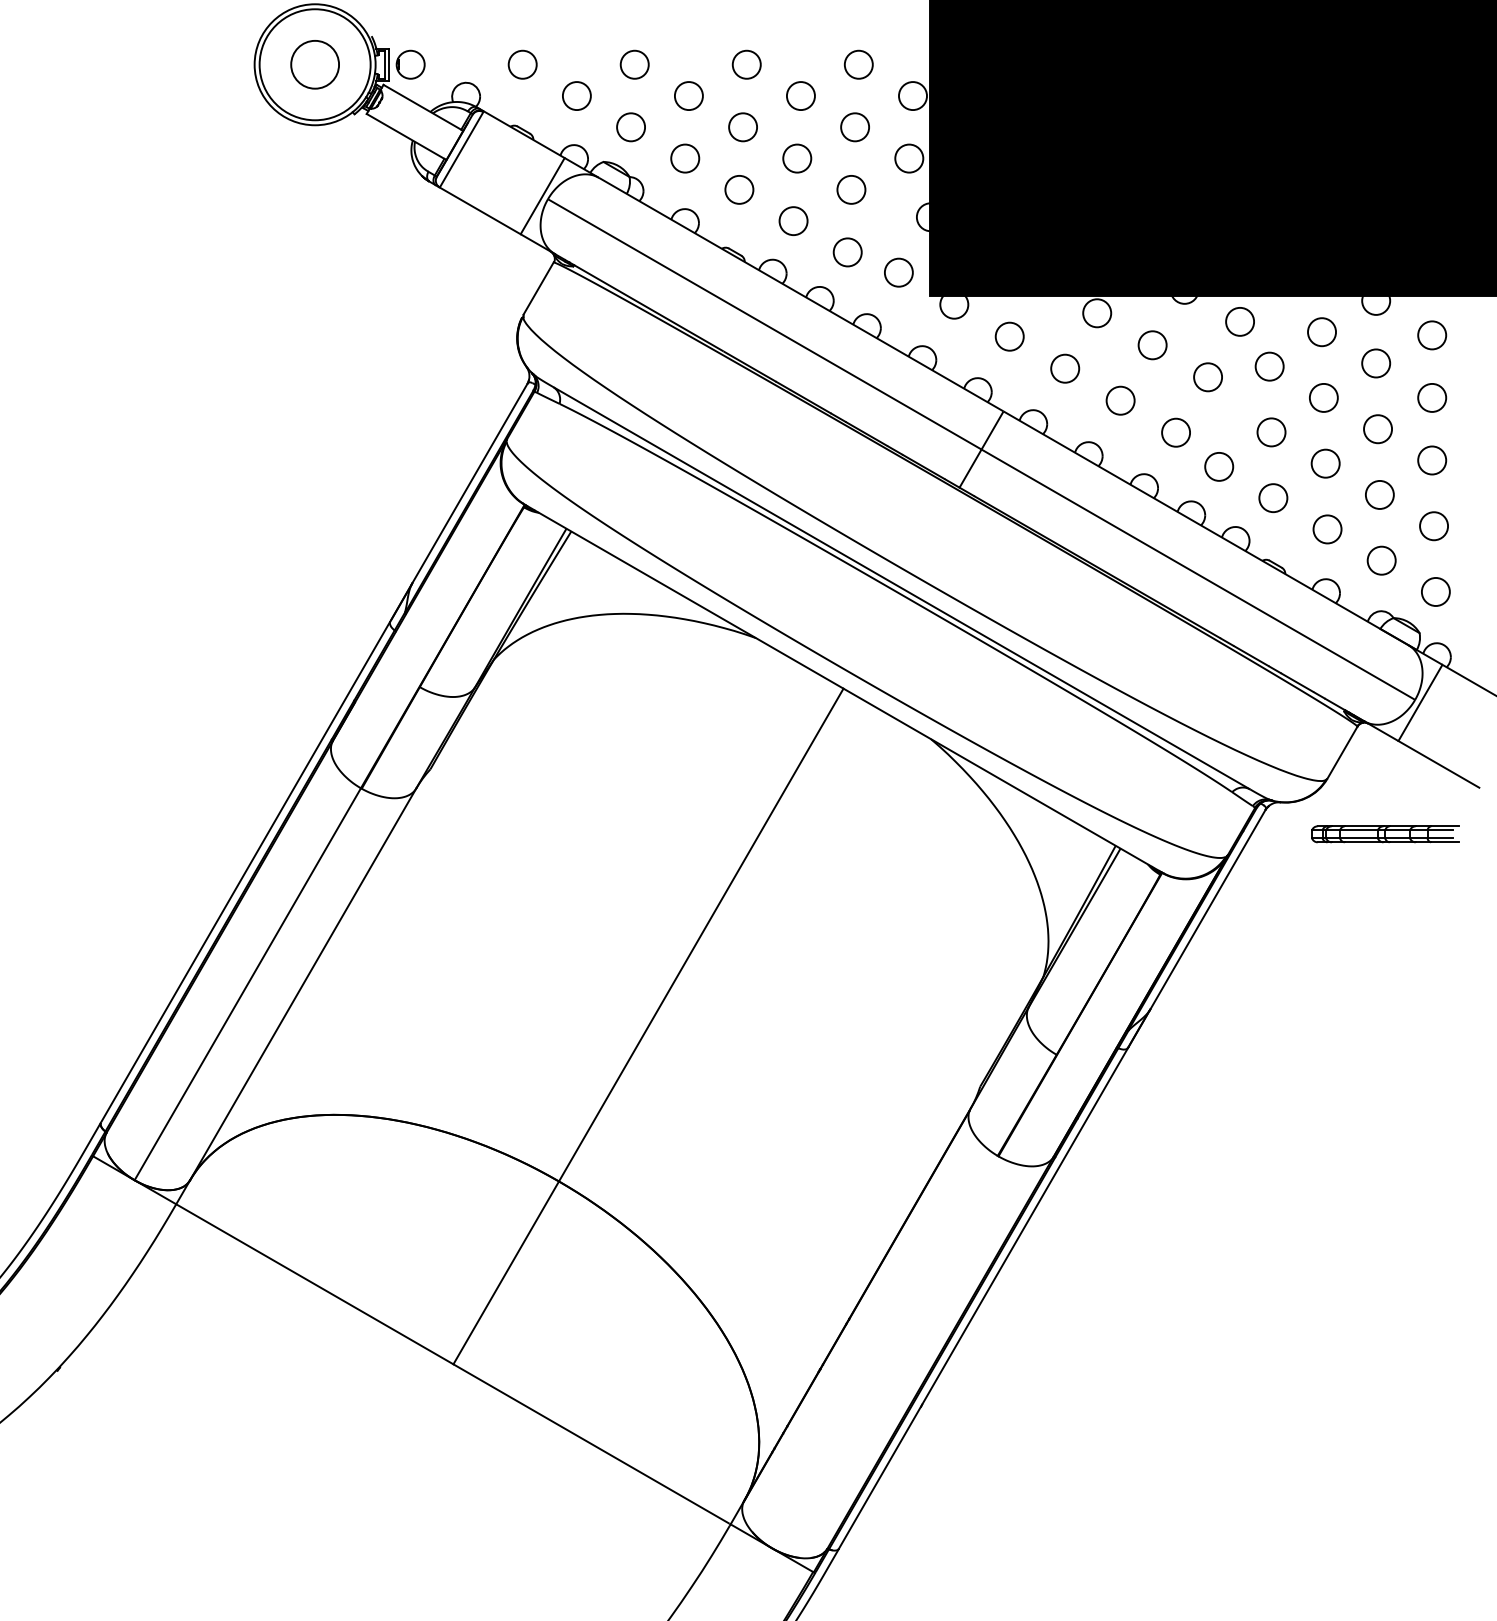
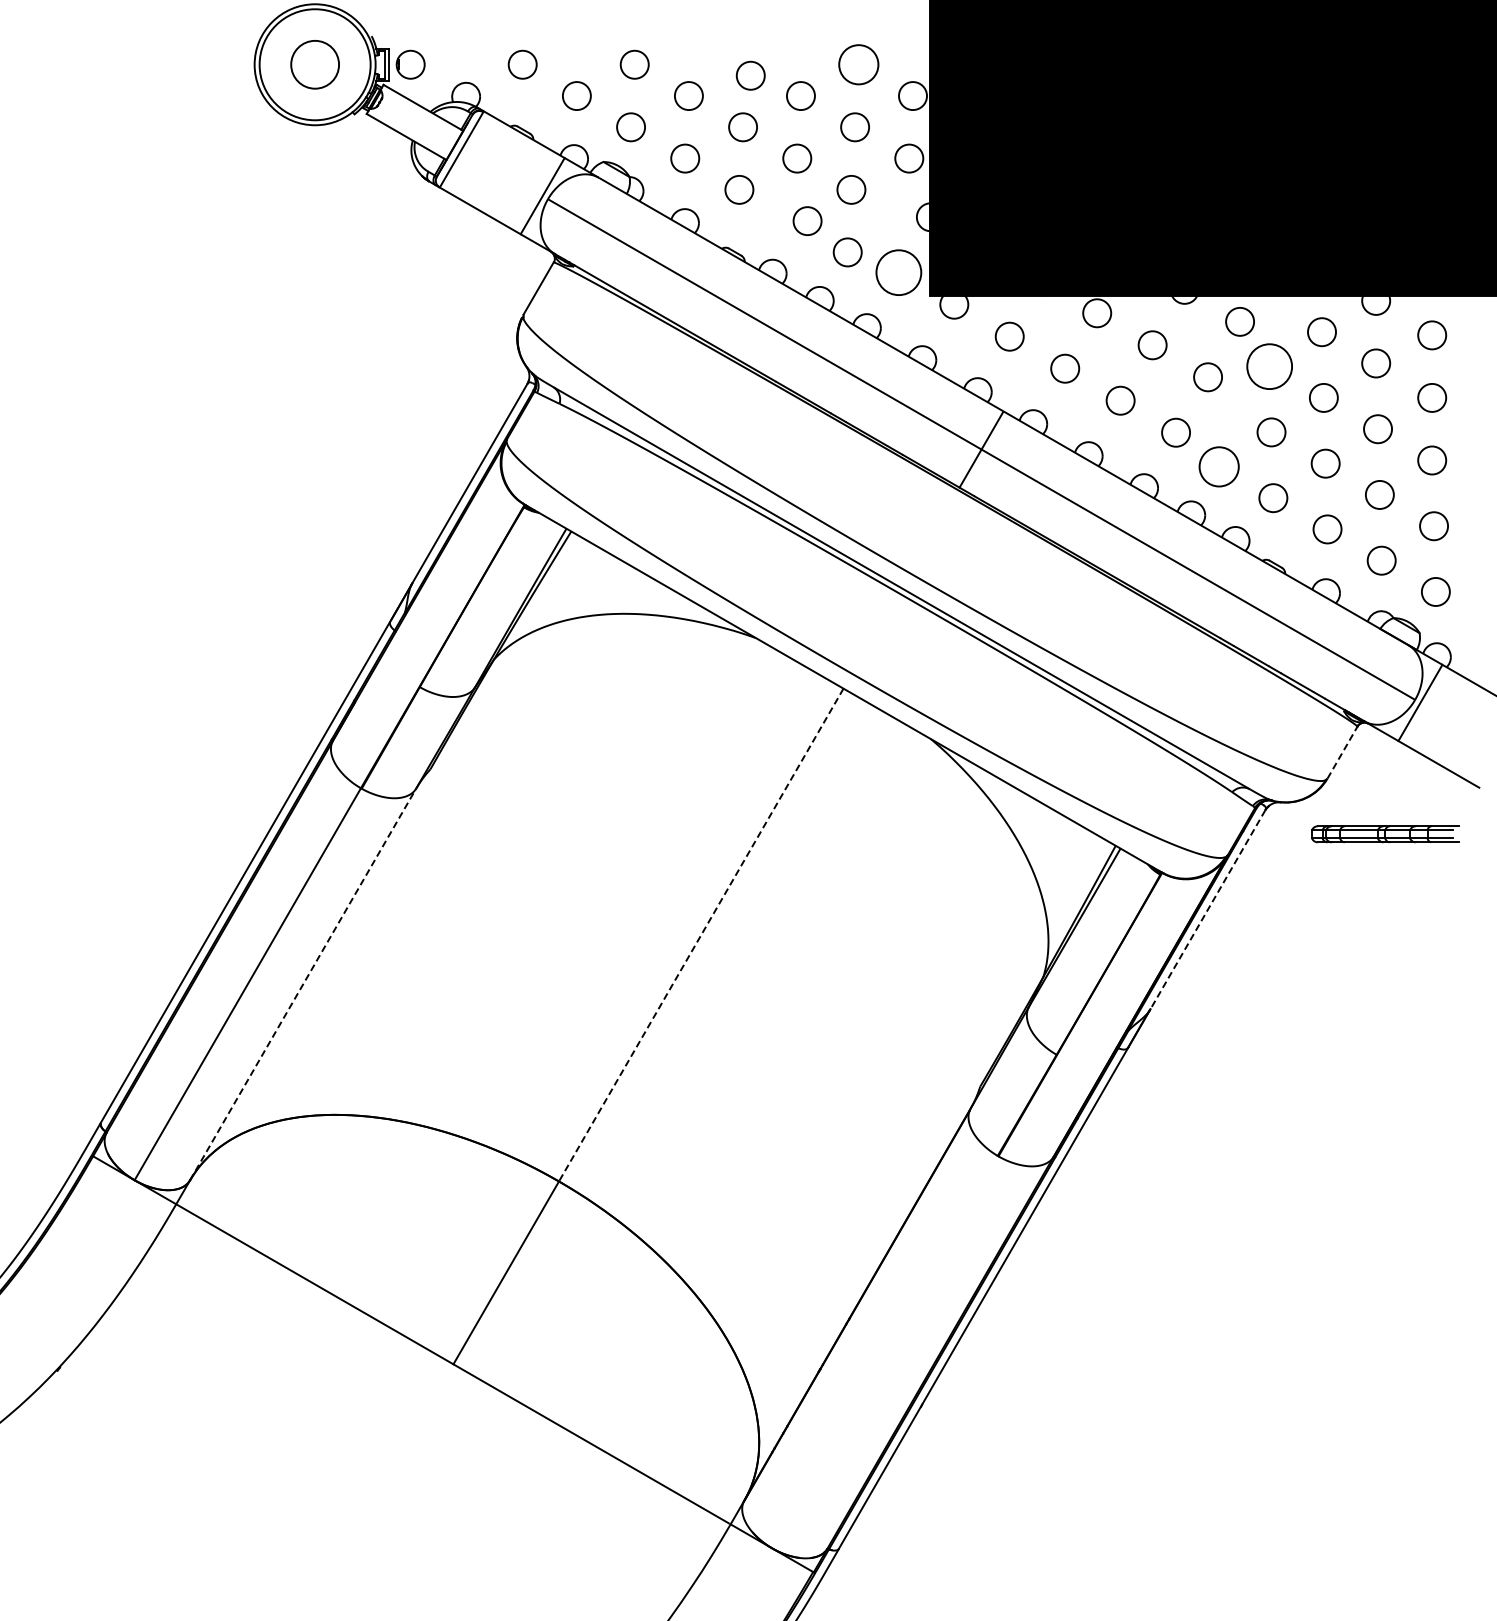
circle at (746, 64) position: (746, 64) -> (750, 75)
circle at (858, 64) diameter: 28 px -> 39 px
circle at (793, 220) position: (793, 220) -> (807, 220)
circle at (898, 272) diameter: 28 px -> 45 px
circle at (1269, 366) diameter: 28 px -> 45 px
circle at (1219, 466) diameter: 28 px -> 39 px
line at (1342, 752): solid -> dashed
line at (1207, 909): solid -> dashed
line at (701, 935): solid -> dashed
line at (303, 984): solid -> dashed
